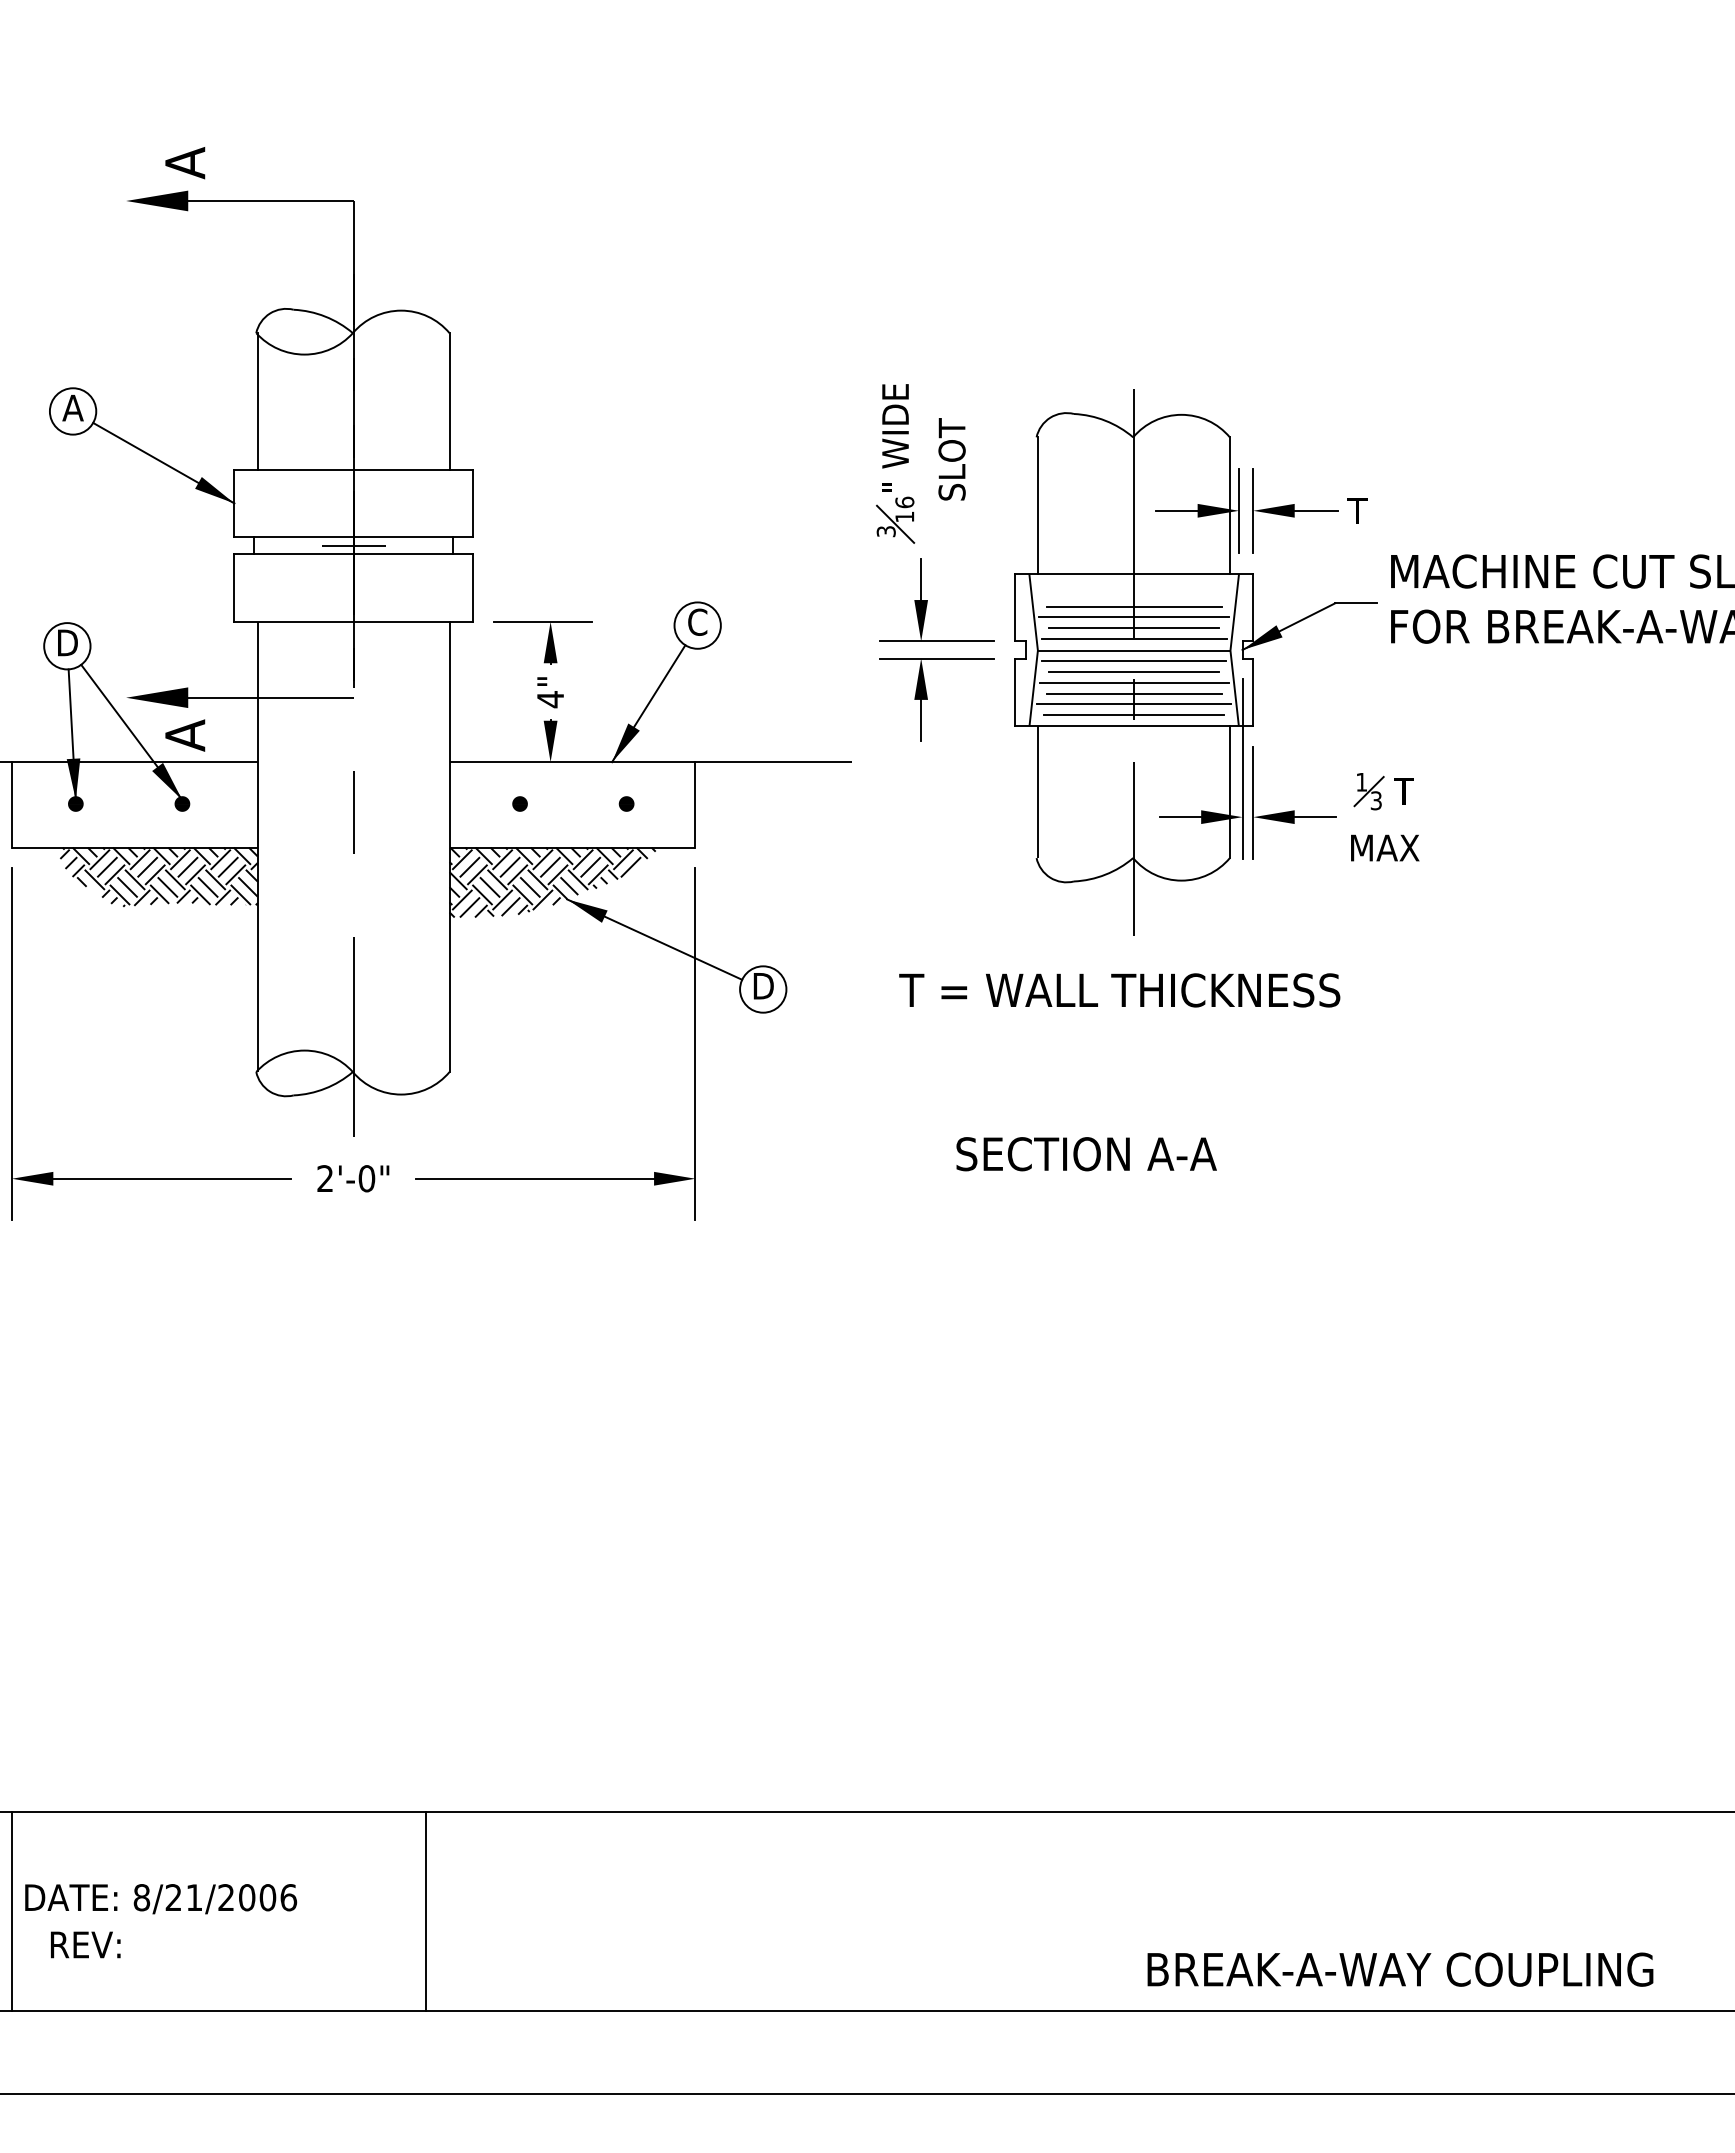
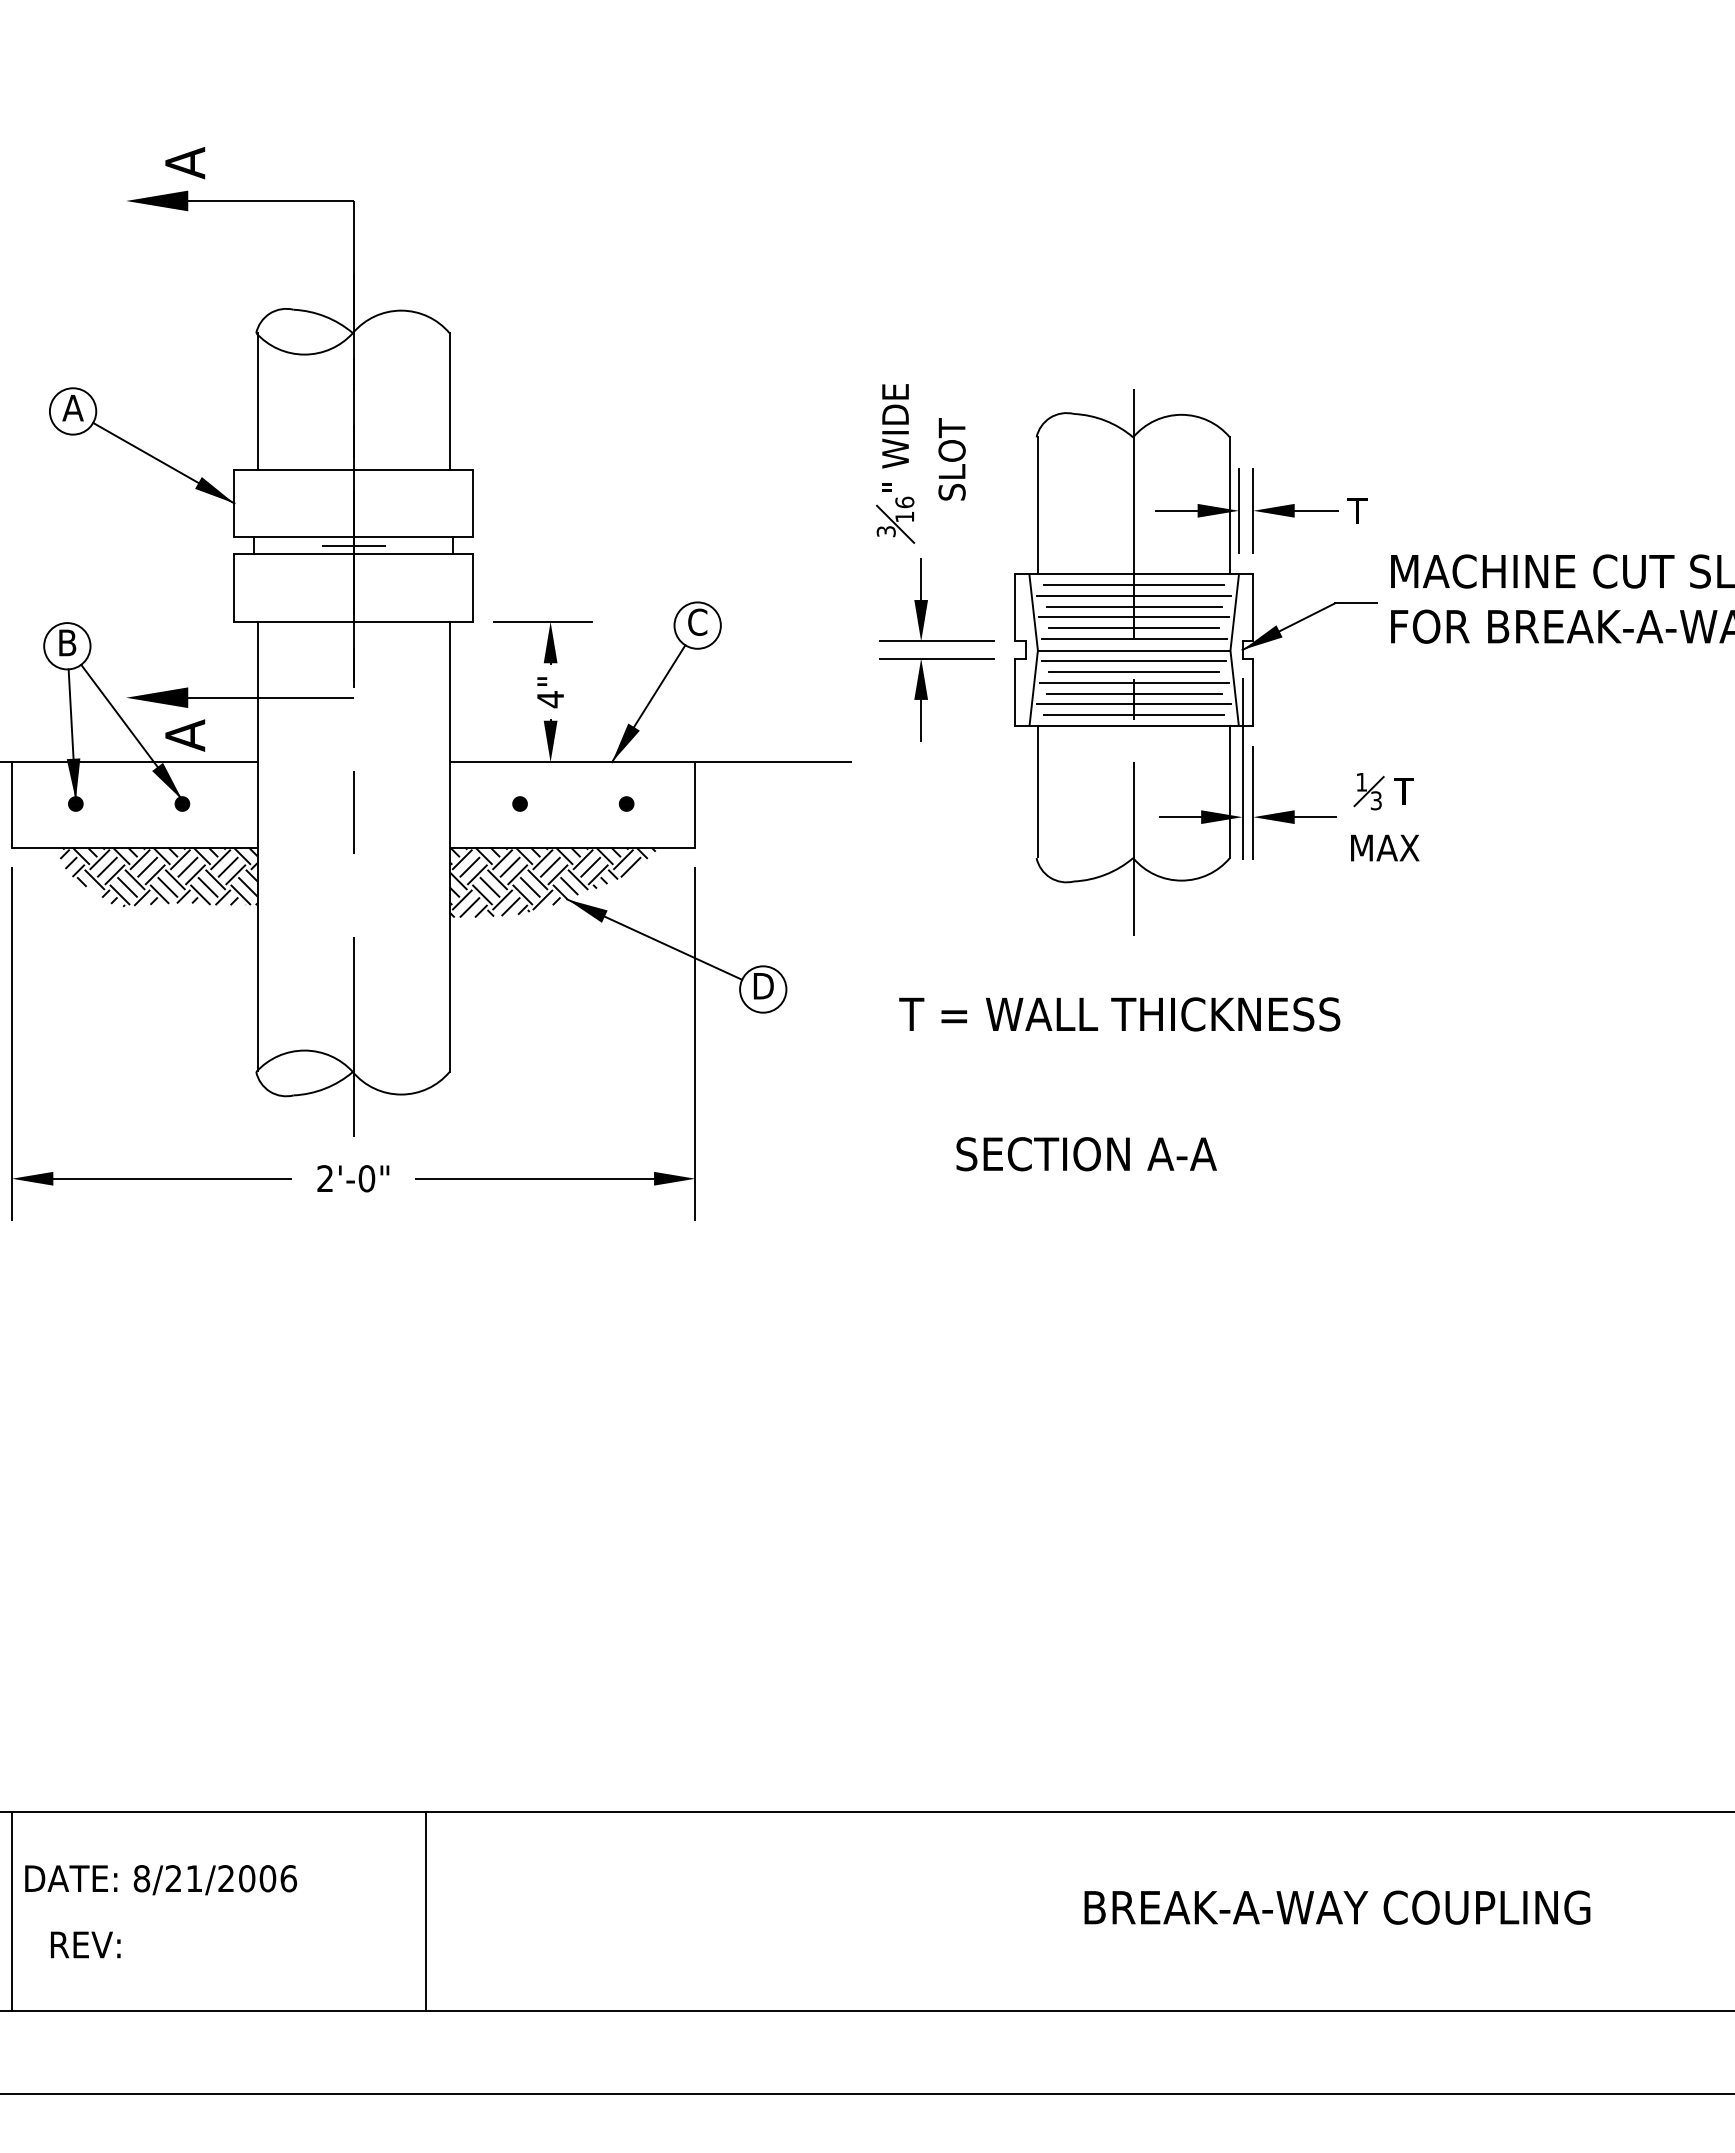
line at (1134, 584): none -> present
line at (1133, 595): none -> present
text at (67, 642): D -> B
text at (1119, 990) position: (1119, 990) -> (1119, 1014)
text at (161, 1899) position: (161, 1899) -> (161, 1880)
text at (1400, 1969) position: (1400, 1969) -> (1337, 1907)
